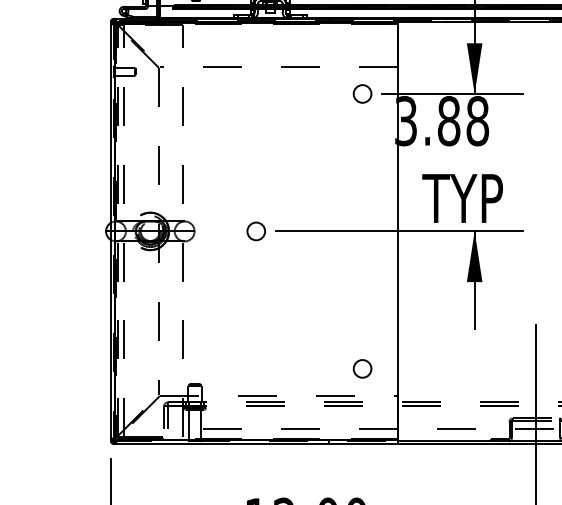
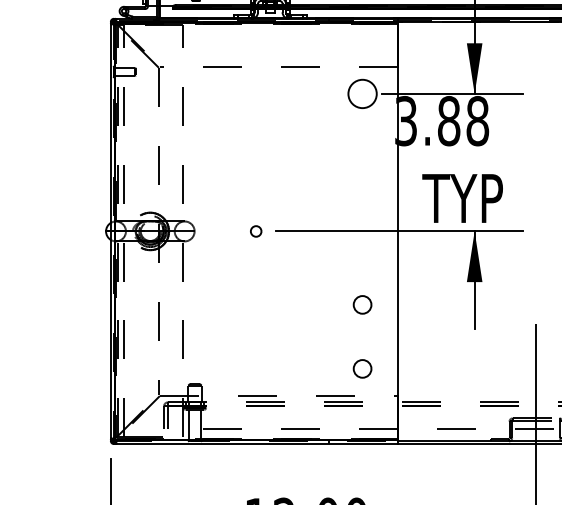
circle at (362, 93) diameter: 18 px -> 28 px
circle at (255, 231) size: 20x21 px -> 13x13 px
circle at (362, 304): none -> present
